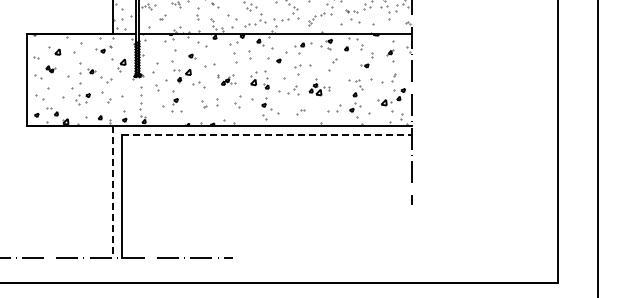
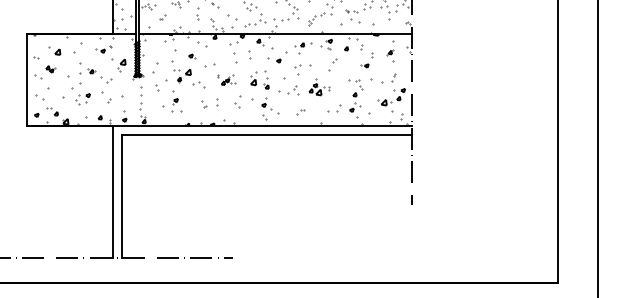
line at (267, 134): dashed -> solid
line at (113, 192): dashed -> solid
